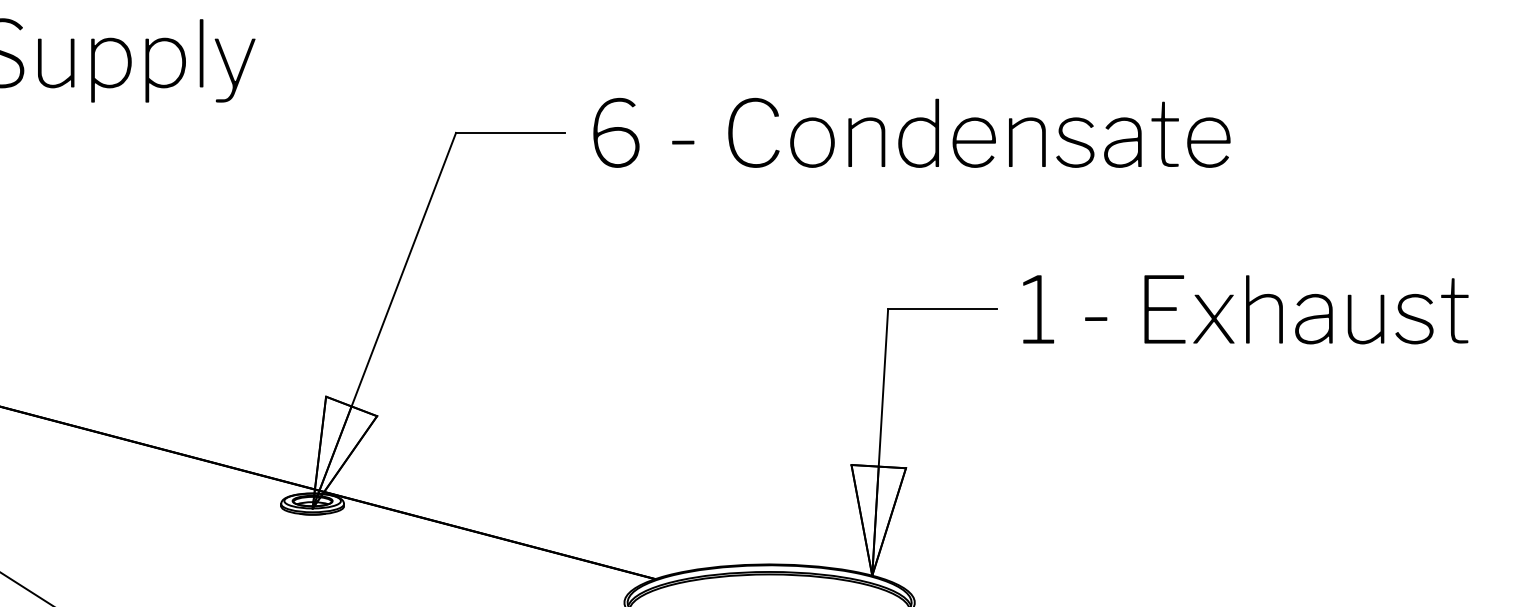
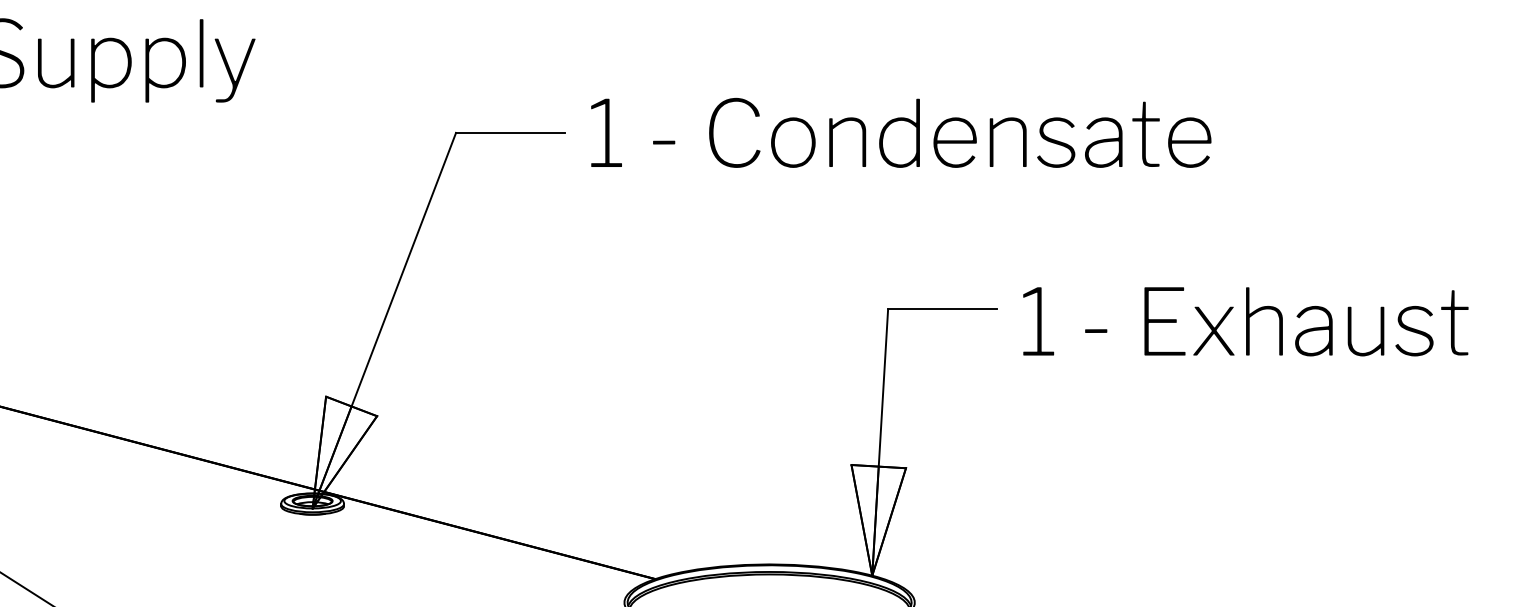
text at (910, 132): 6 -> 1
text at (1245, 309) position: (1245, 309) -> (1245, 321)
